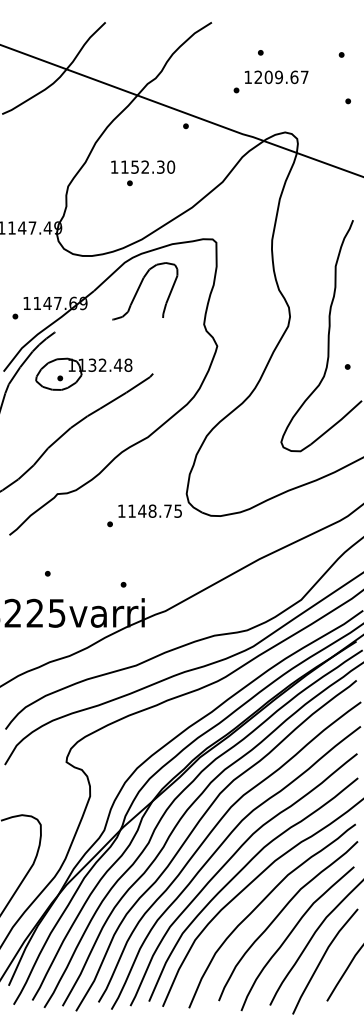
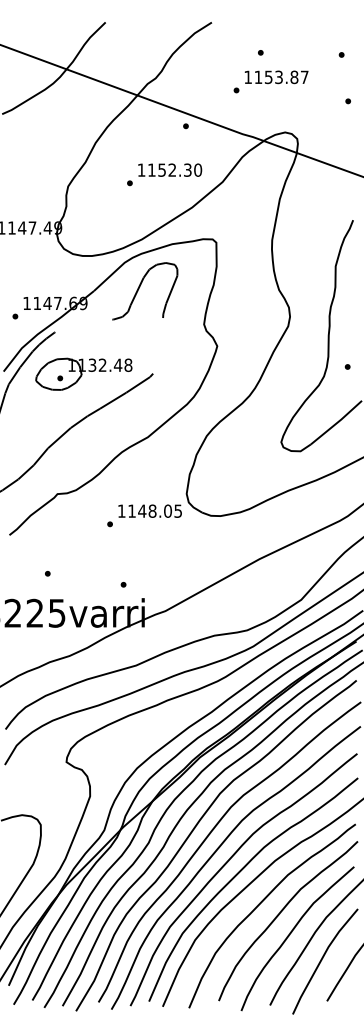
text at (276, 77): 1209.67 -> 1153.87
text at (143, 166) position: (143, 166) -> (170, 169)
text at (168, 510): 1148.75 -> 1148.05
